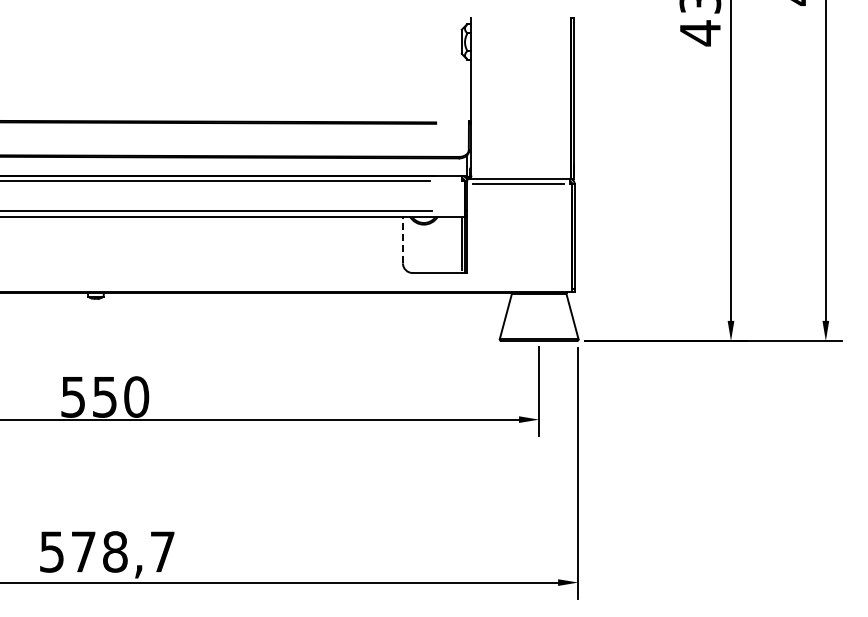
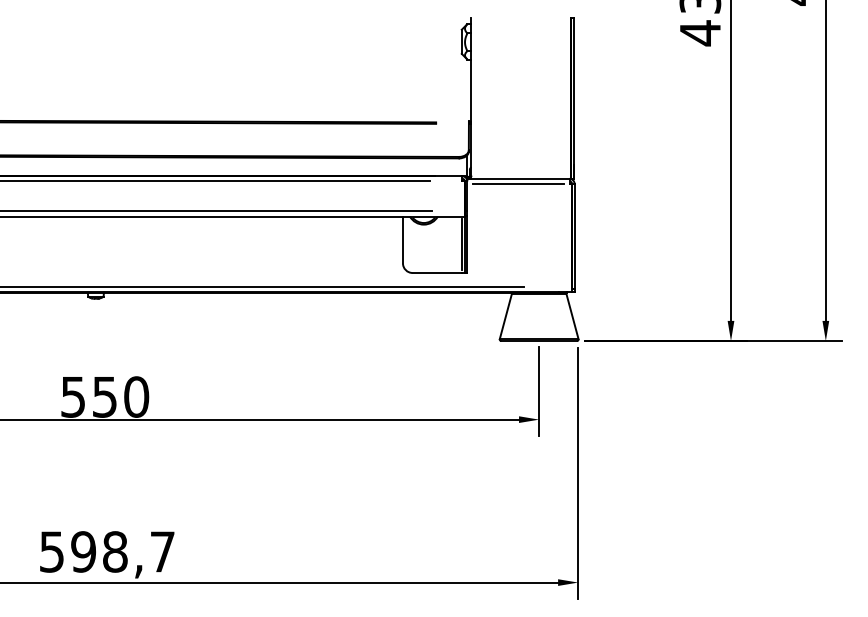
line at (402, 239): dashed -> solid
line at (263, 286): none -> present
text at (83, 551): 578,7 -> 598,7
